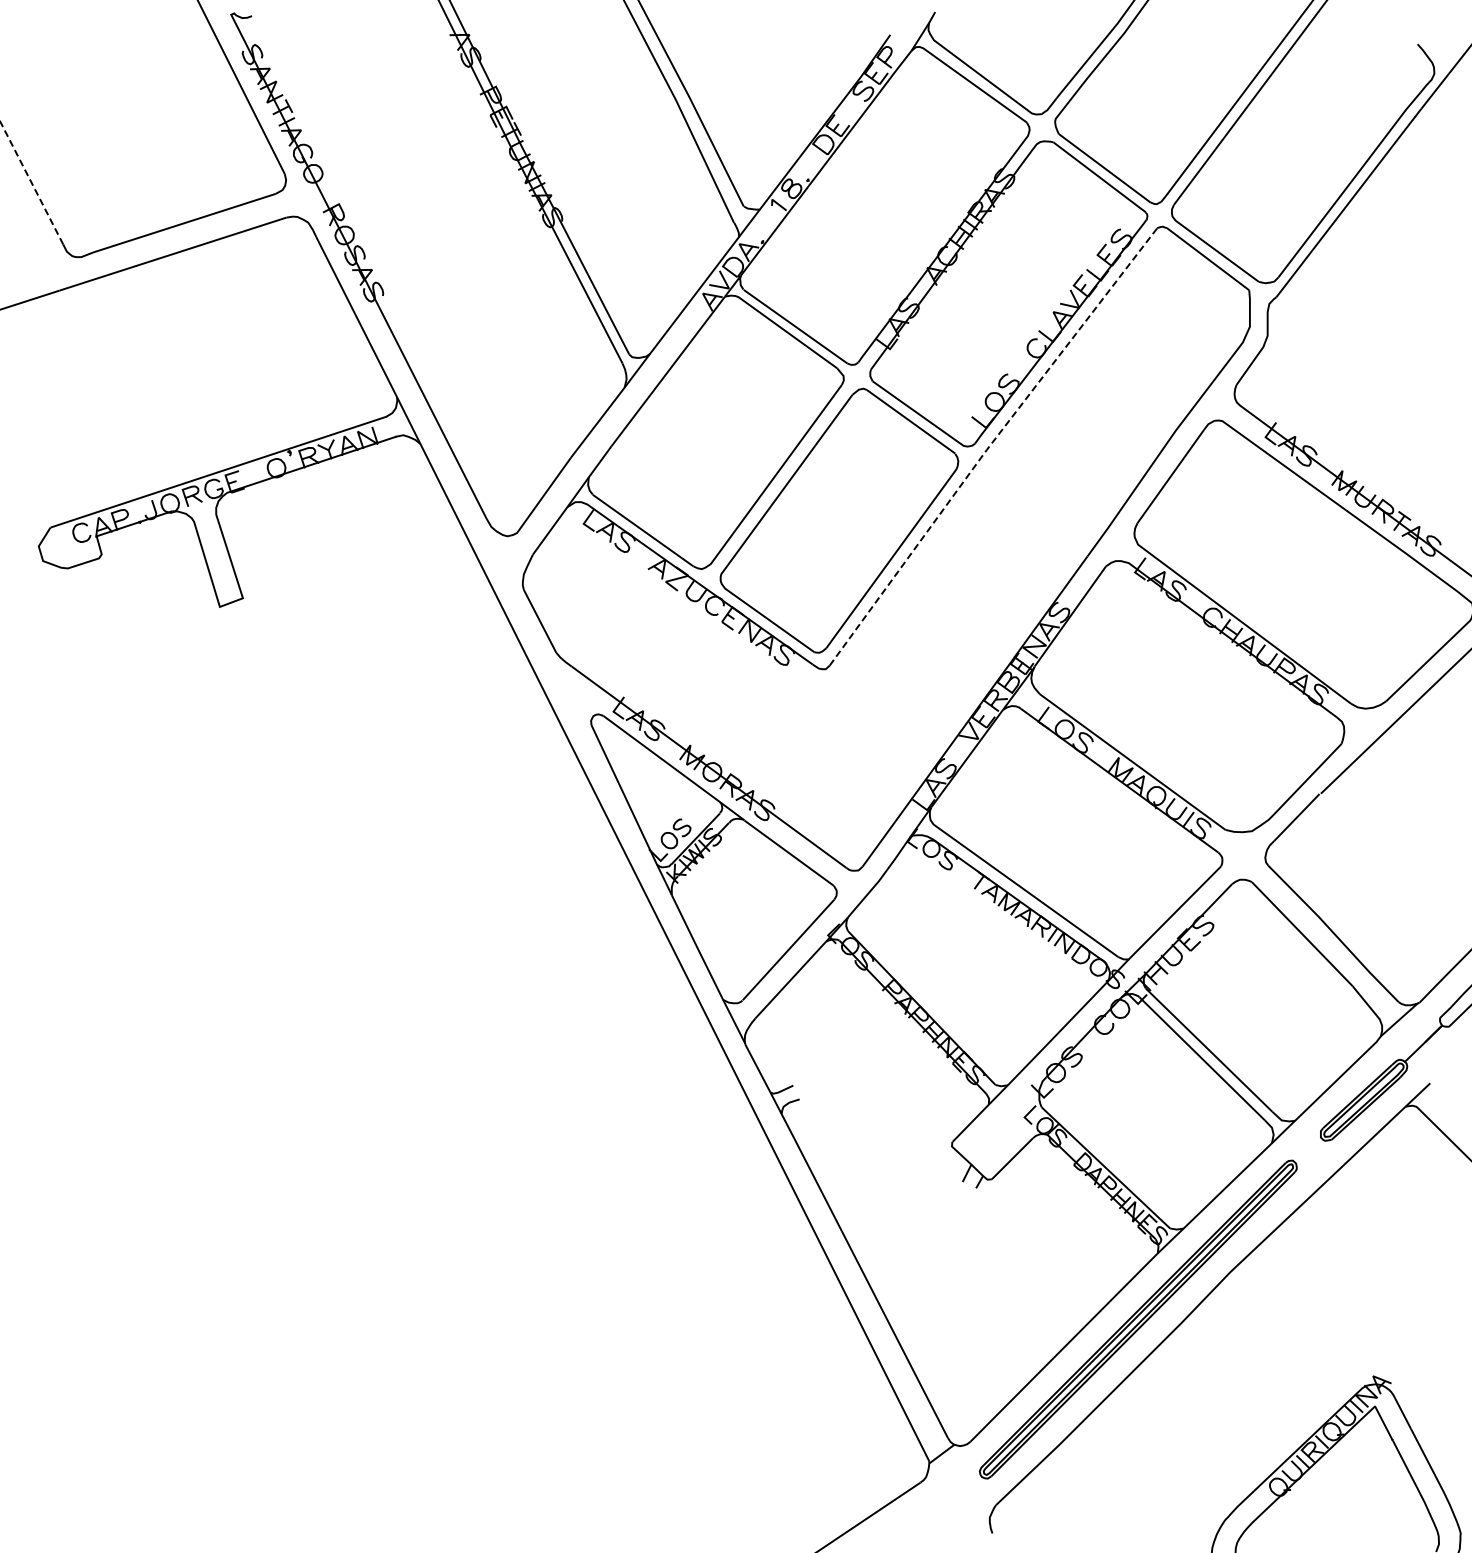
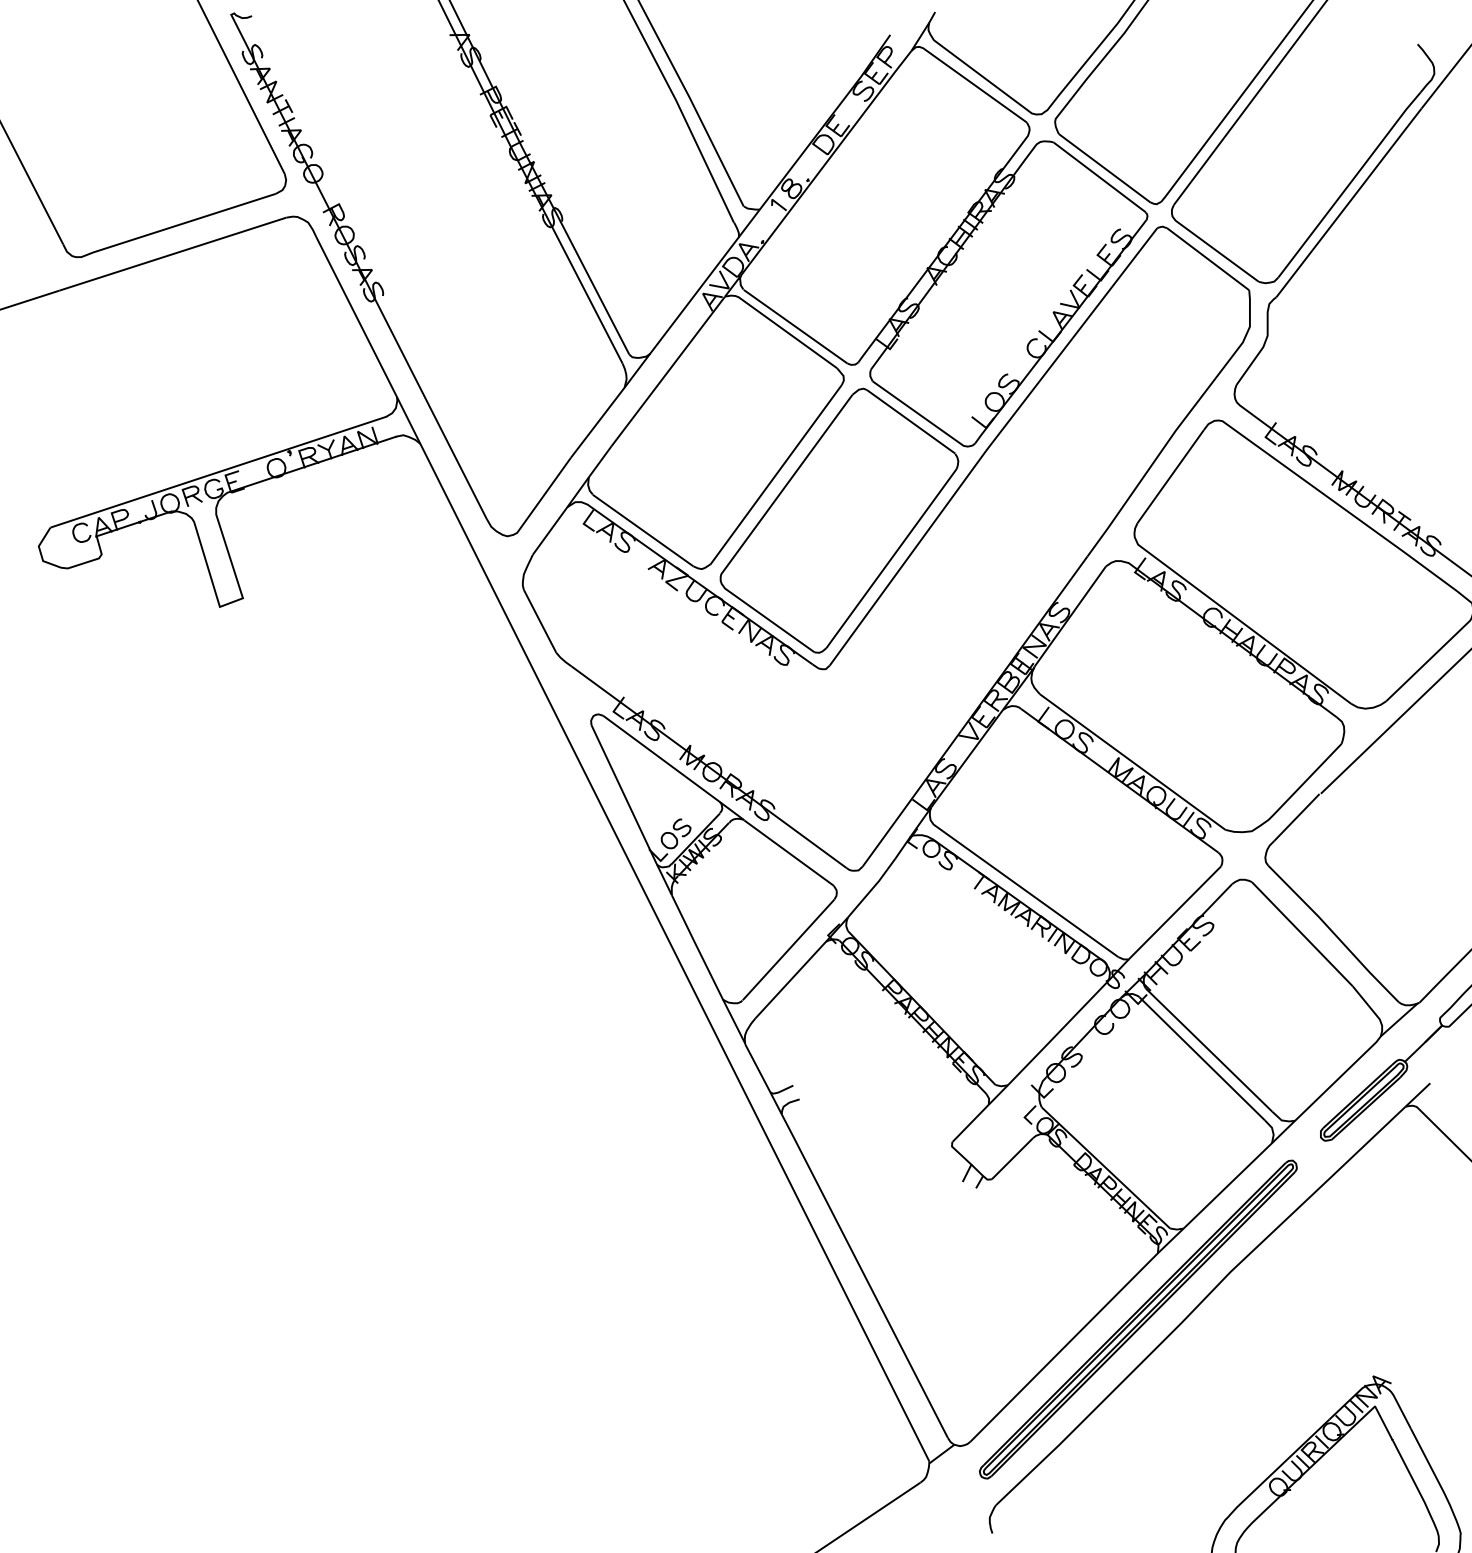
line at (31, 183): dashed -> solid
line at (990, 445): dashed -> solid
